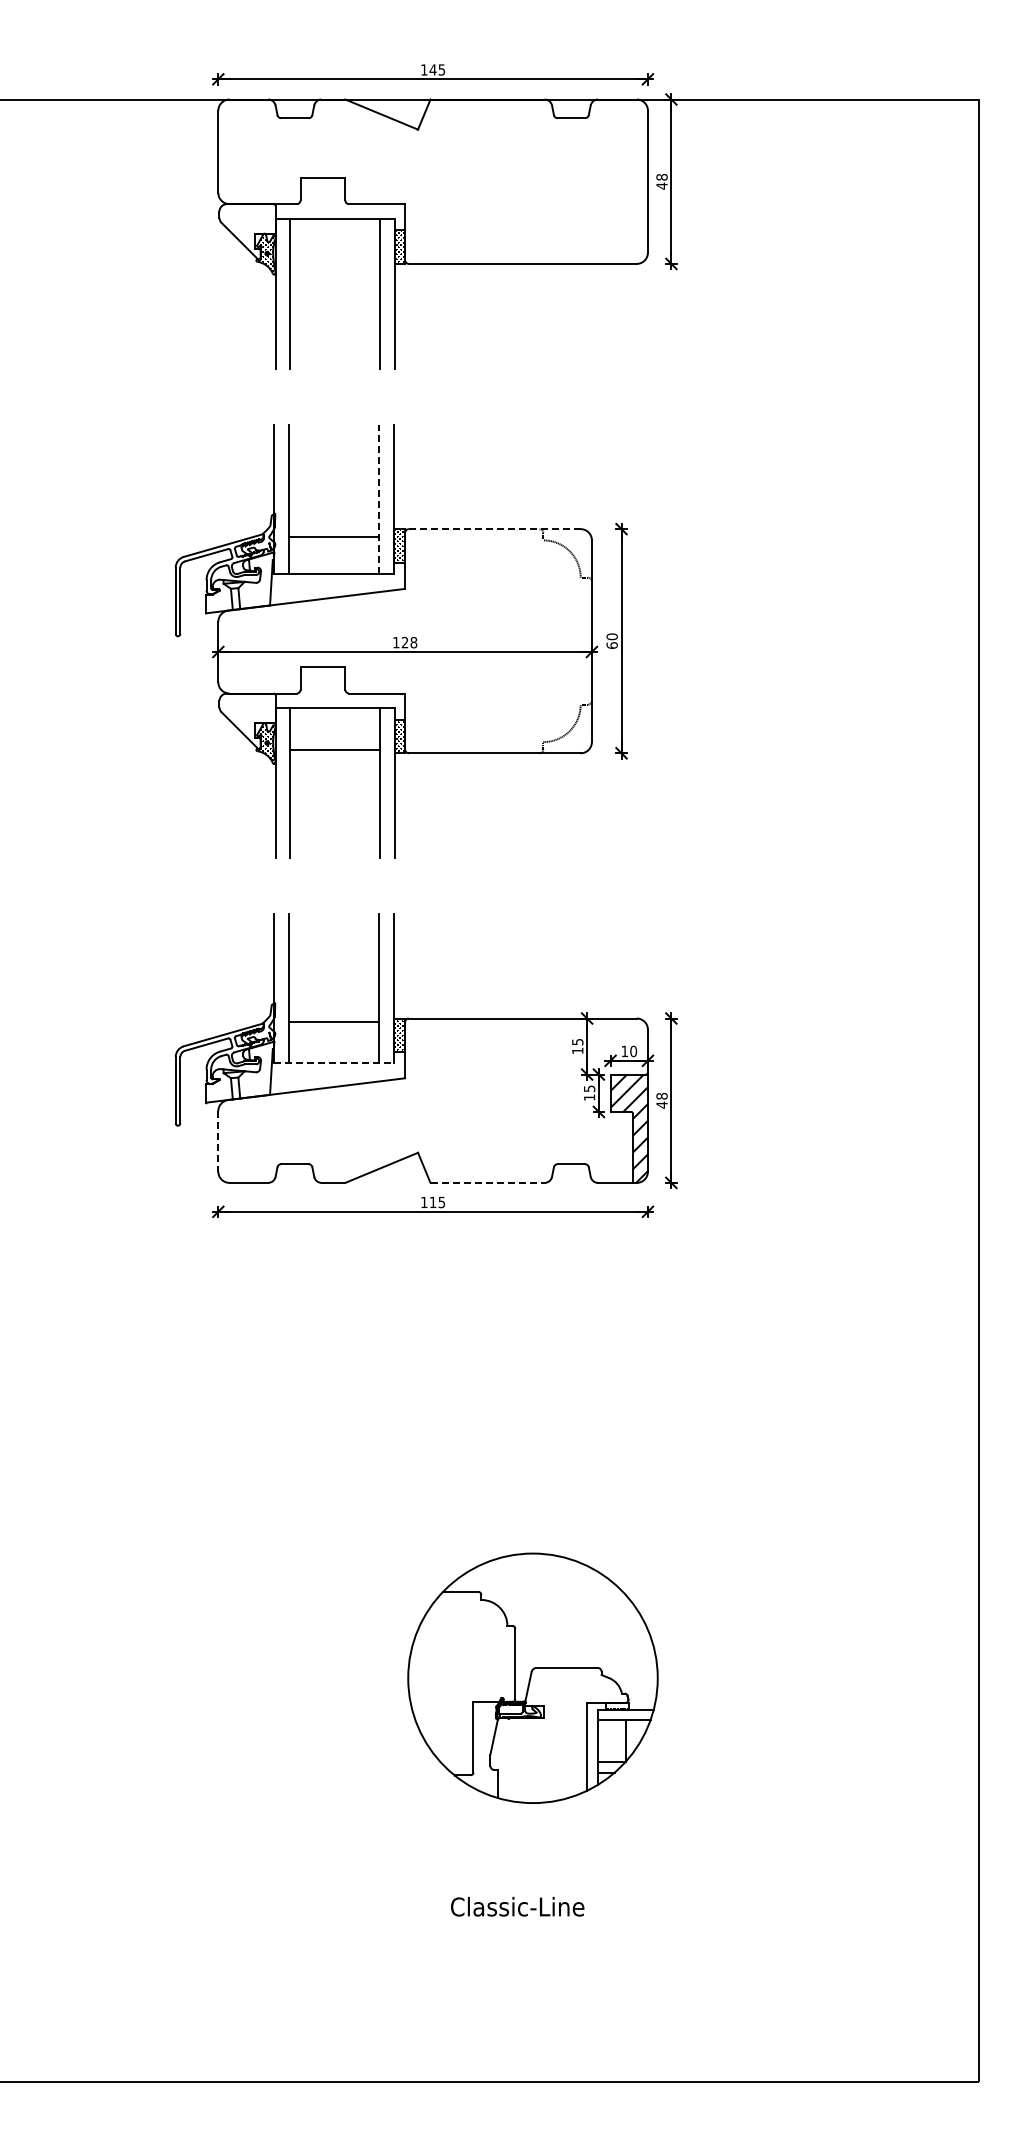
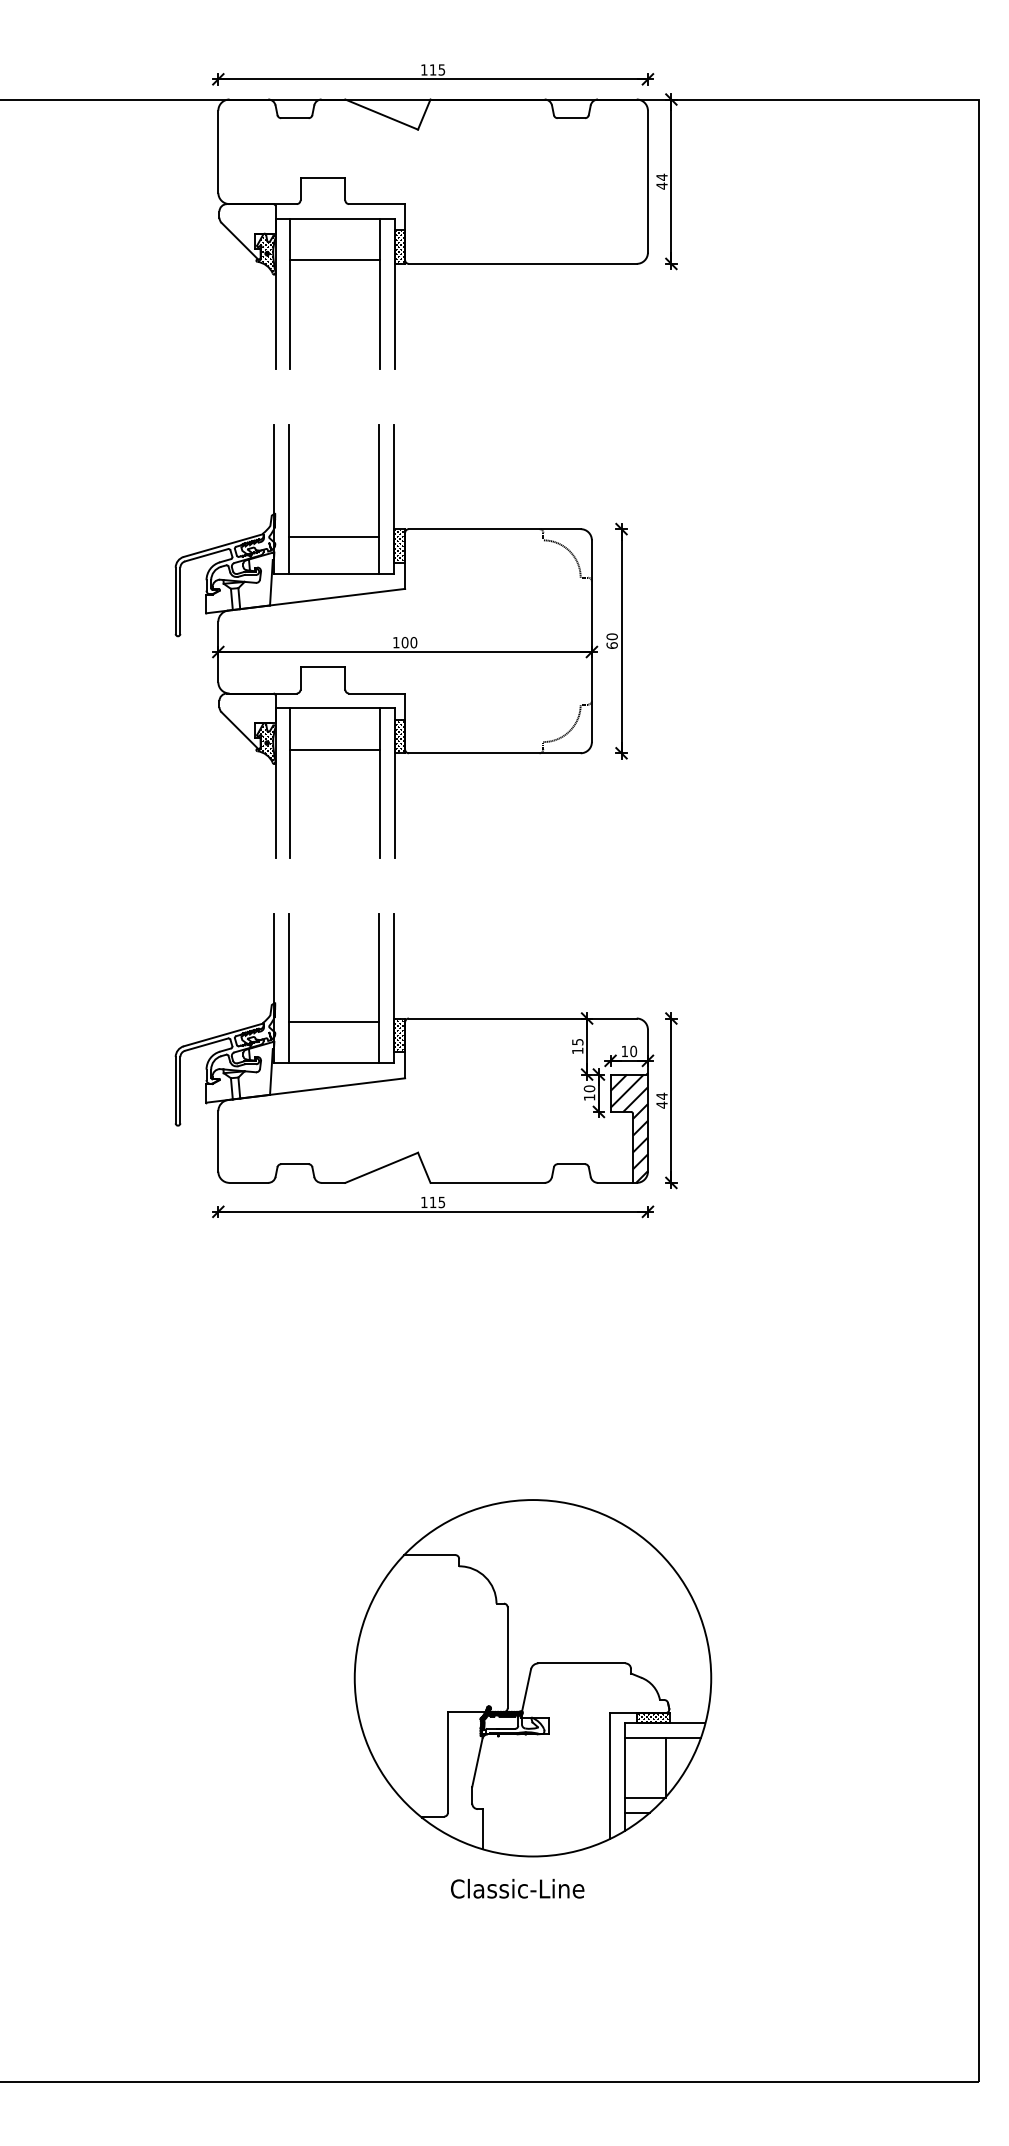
text at (432, 69): 145 -> 115
text at (661, 176): 48 -> 44
line at (335, 260): none -> present
line at (378, 499): dashed -> solid
line at (494, 529): dashed -> solid
text at (409, 642): 128 -> 100
line at (334, 1063): dashed -> solid
text at (589, 1088): 15 -> 10
text at (661, 1095): 48 -> 44
line at (218, 1141): dashed -> solid
line at (488, 1182): dashed -> solid
part at (532, 1677) size: 252x252 px -> 360x359 px
text at (517, 1906) position: (517, 1906) -> (517, 1888)
